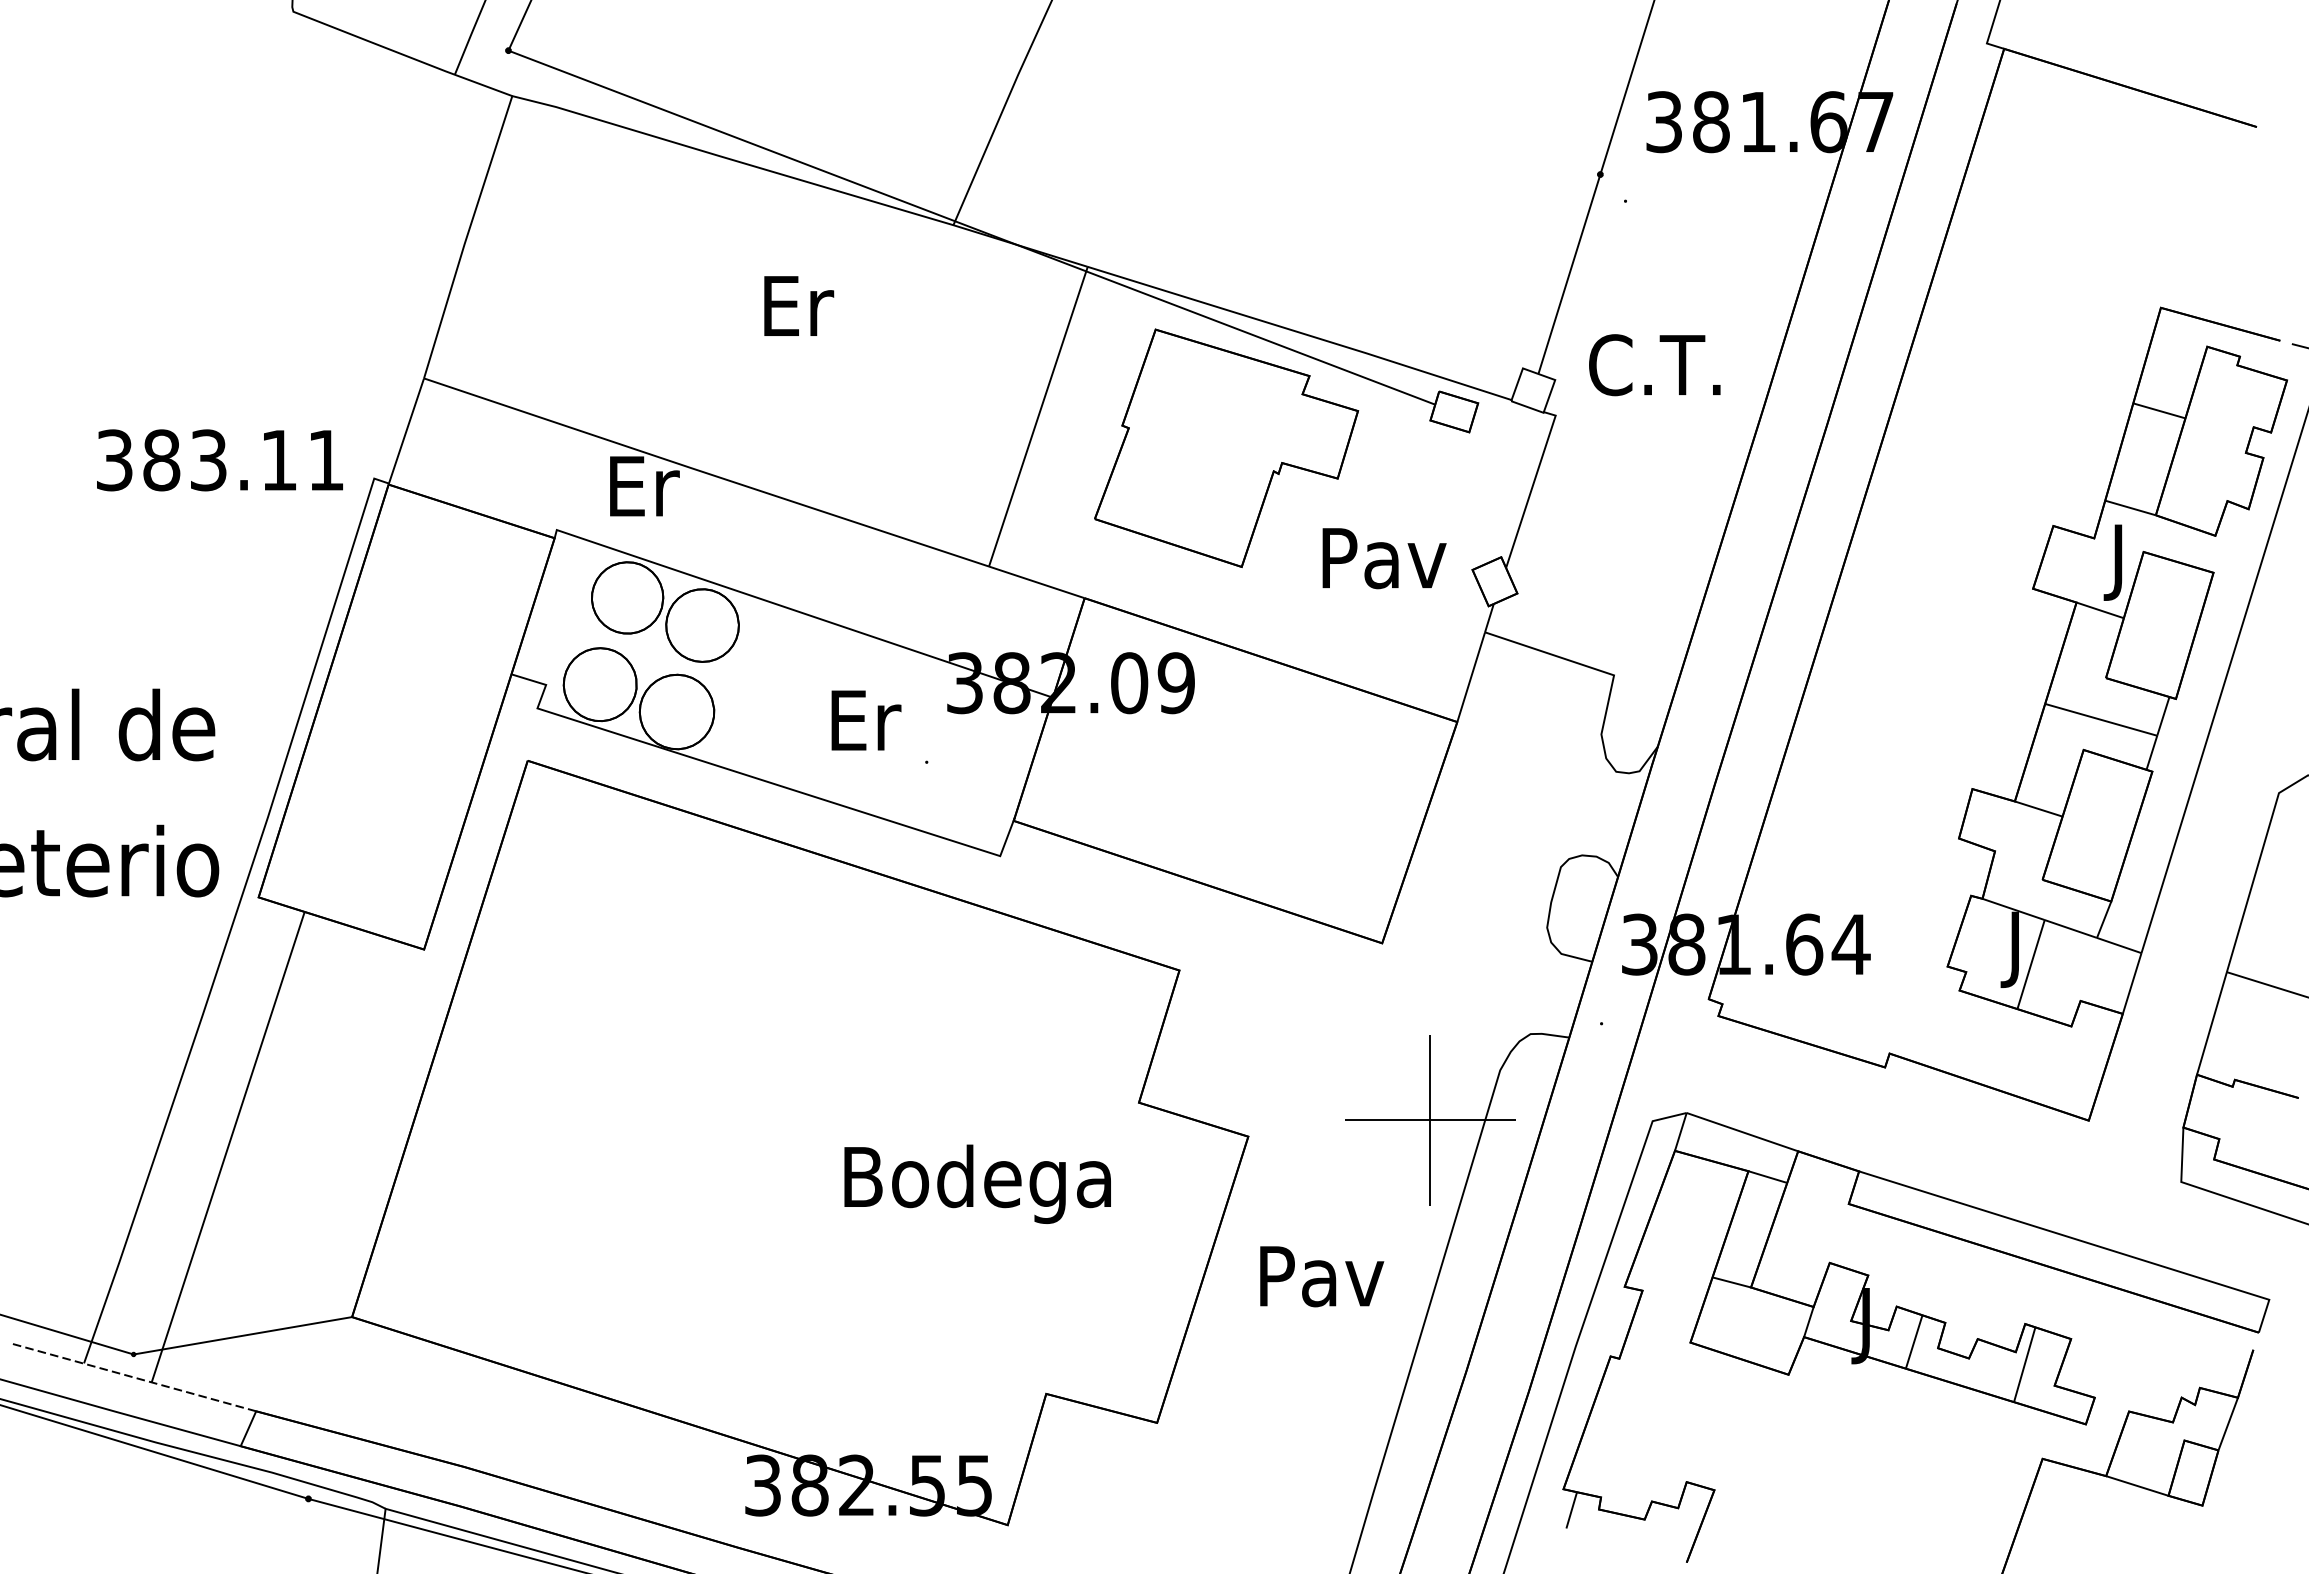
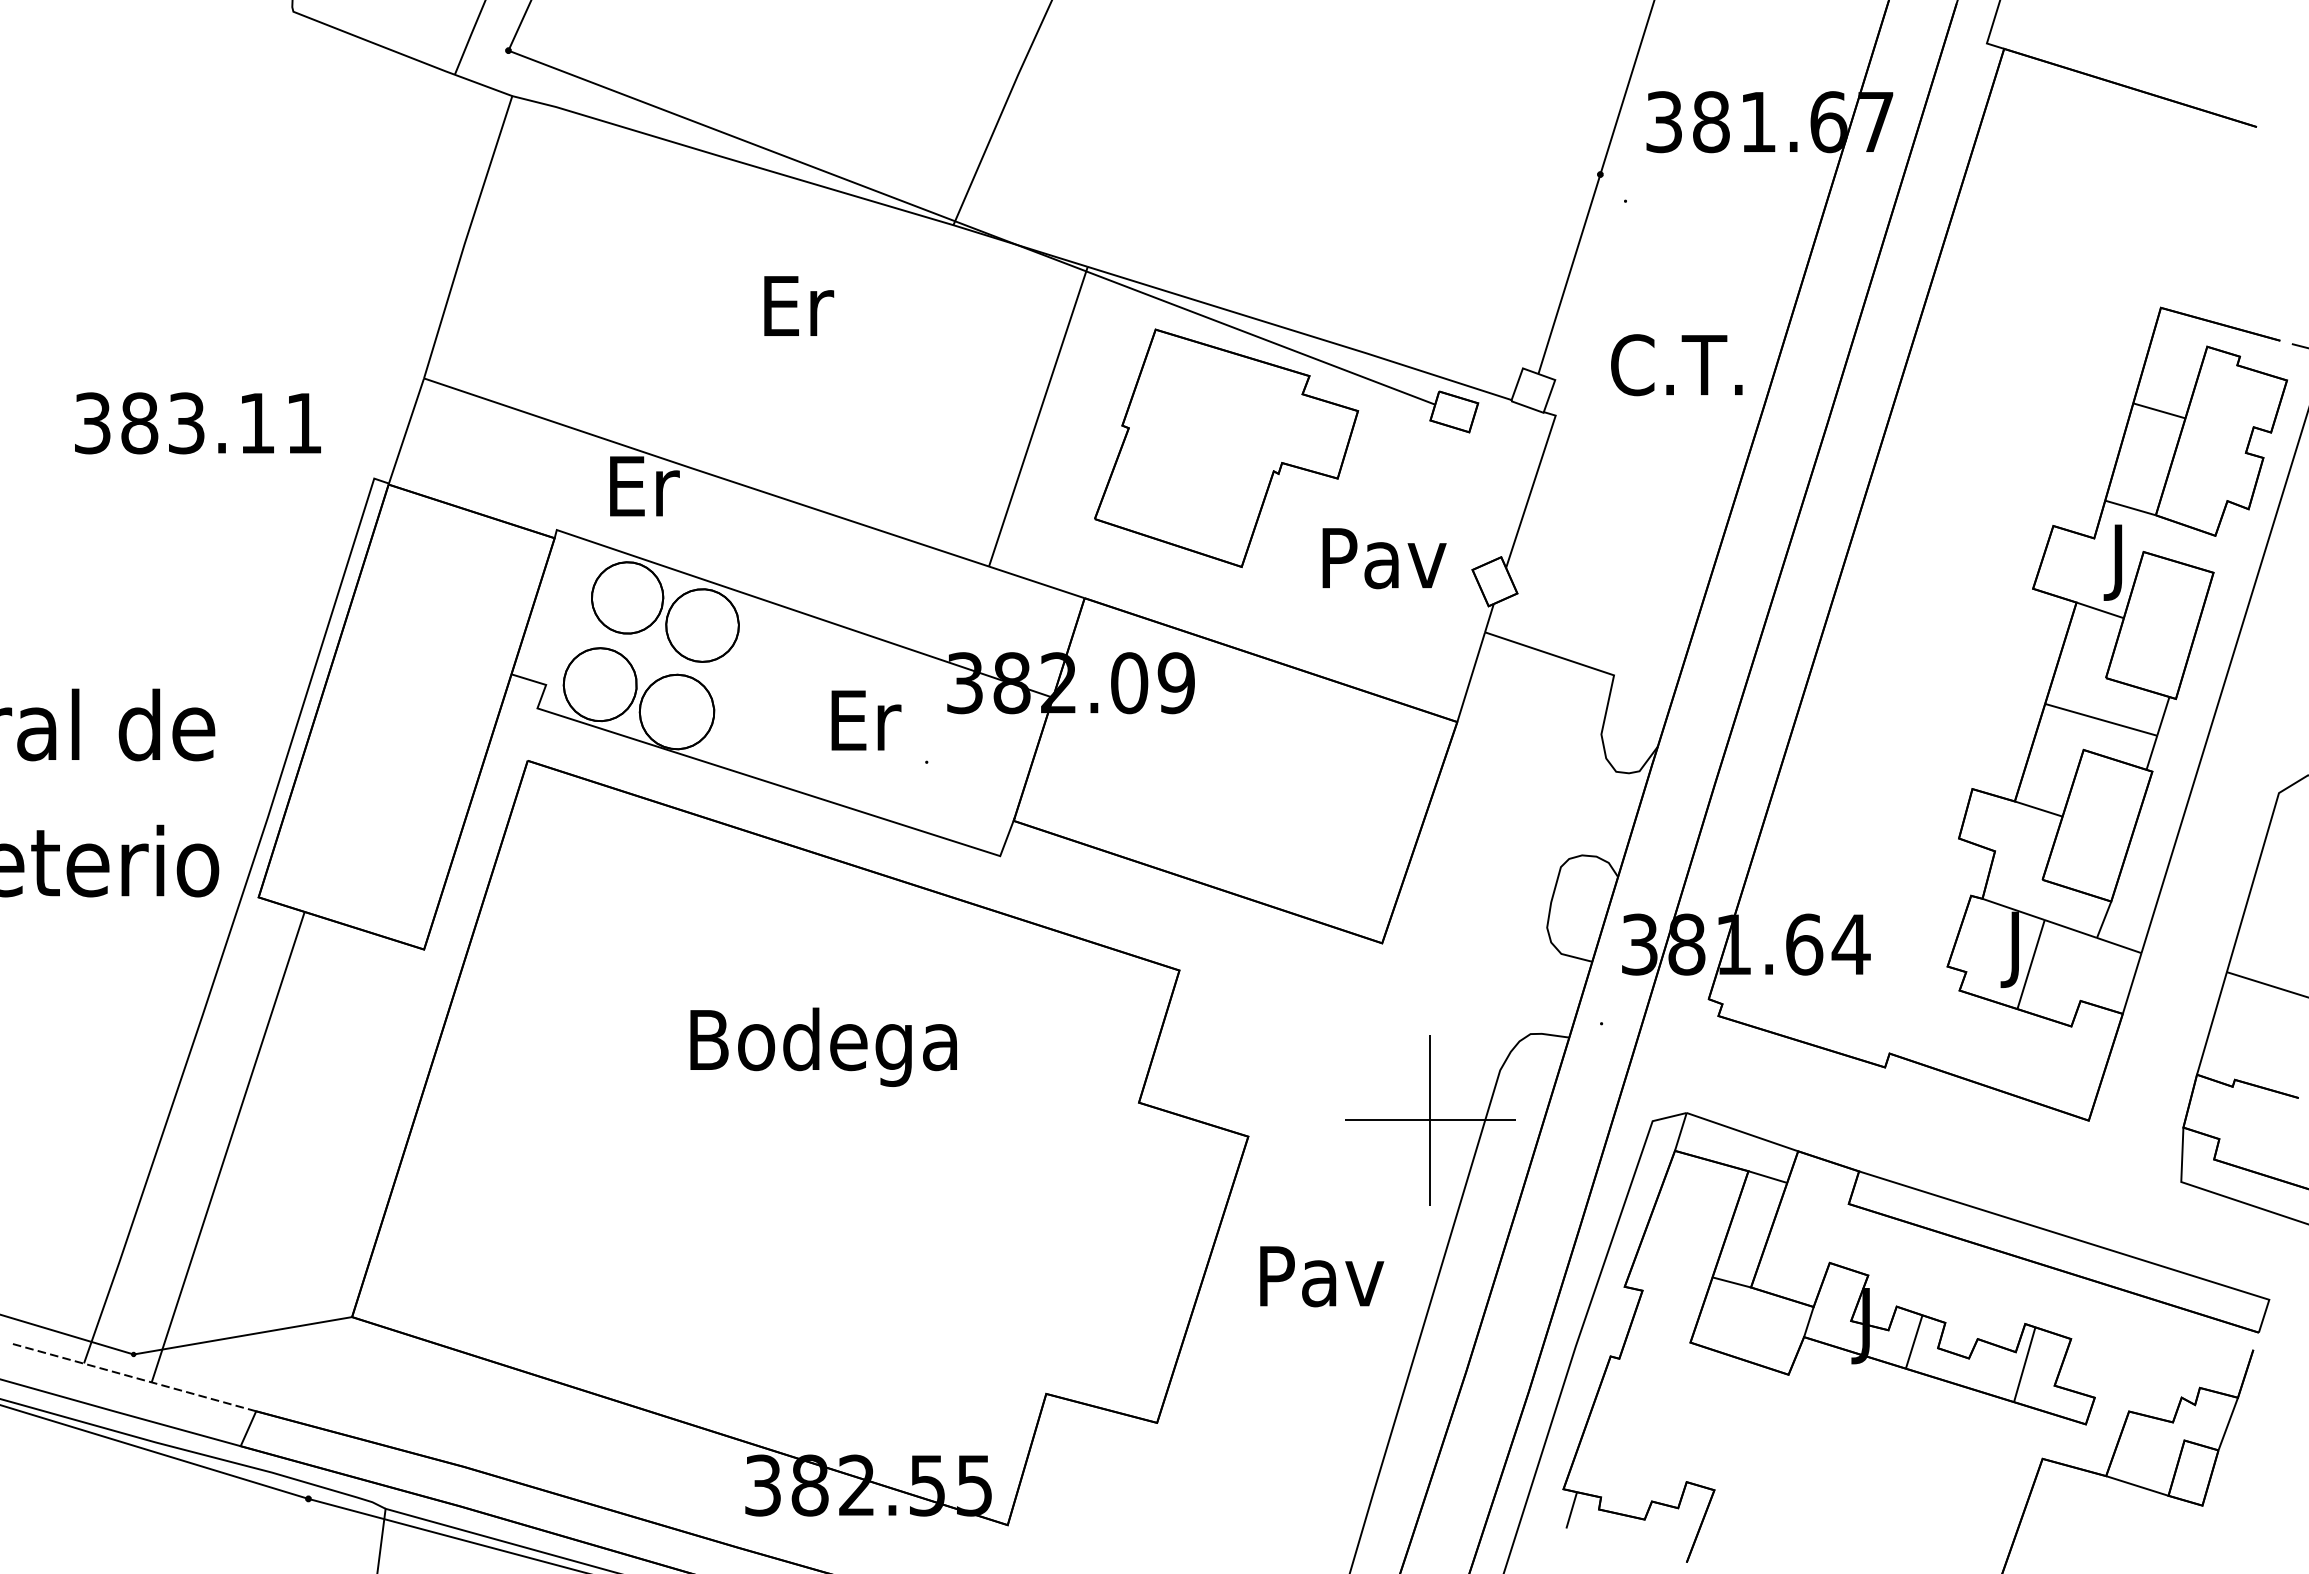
text at (1654, 365) position: (1654, 365) -> (1676, 365)
text at (219, 460) position: (219, 460) -> (197, 423)
text at (977, 1183) position: (977, 1183) -> (823, 1046)
